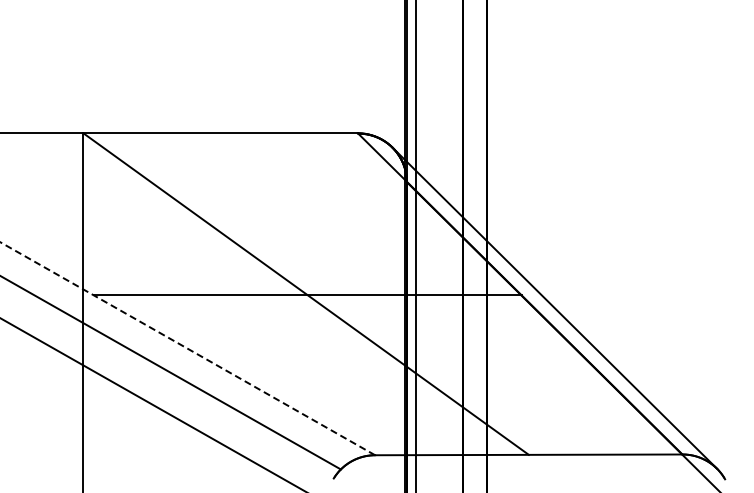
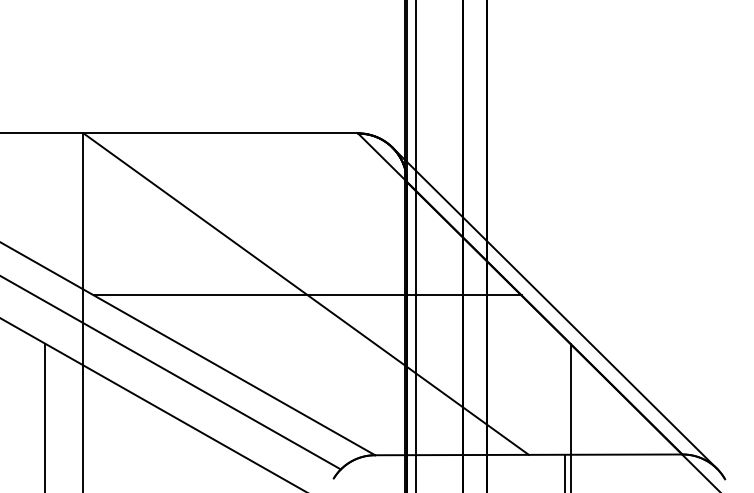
line at (187, 348): dashed -> solid
line at (44, 416): none -> present
line at (570, 416): none -> present
line at (564, 471): none -> present
